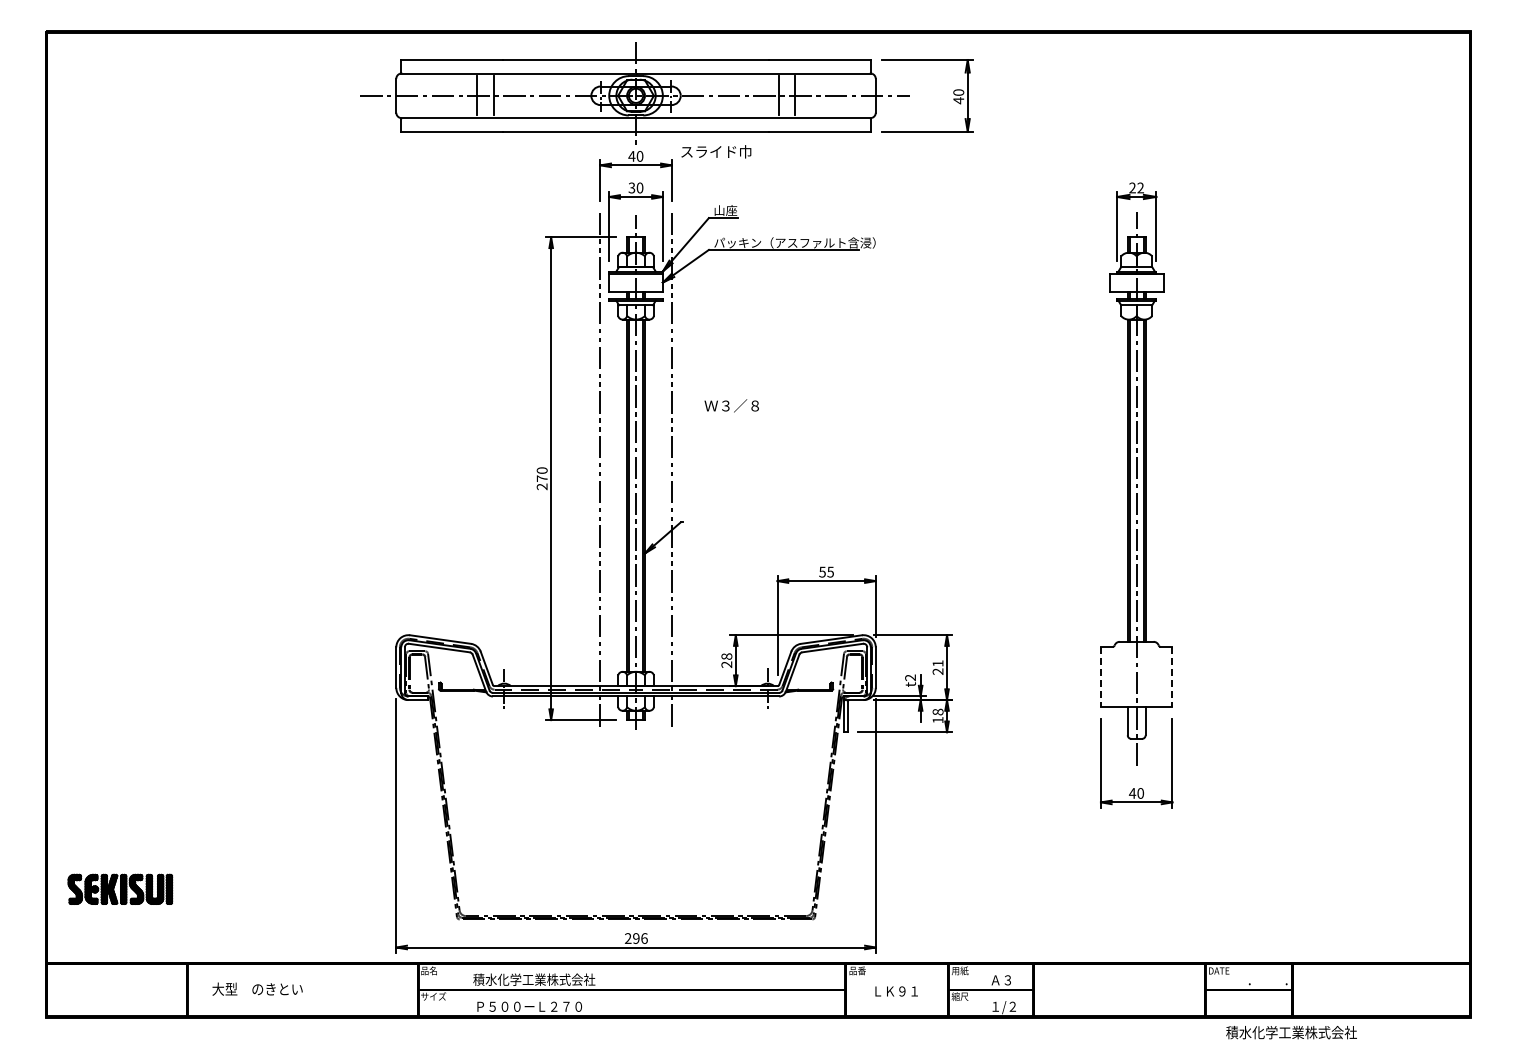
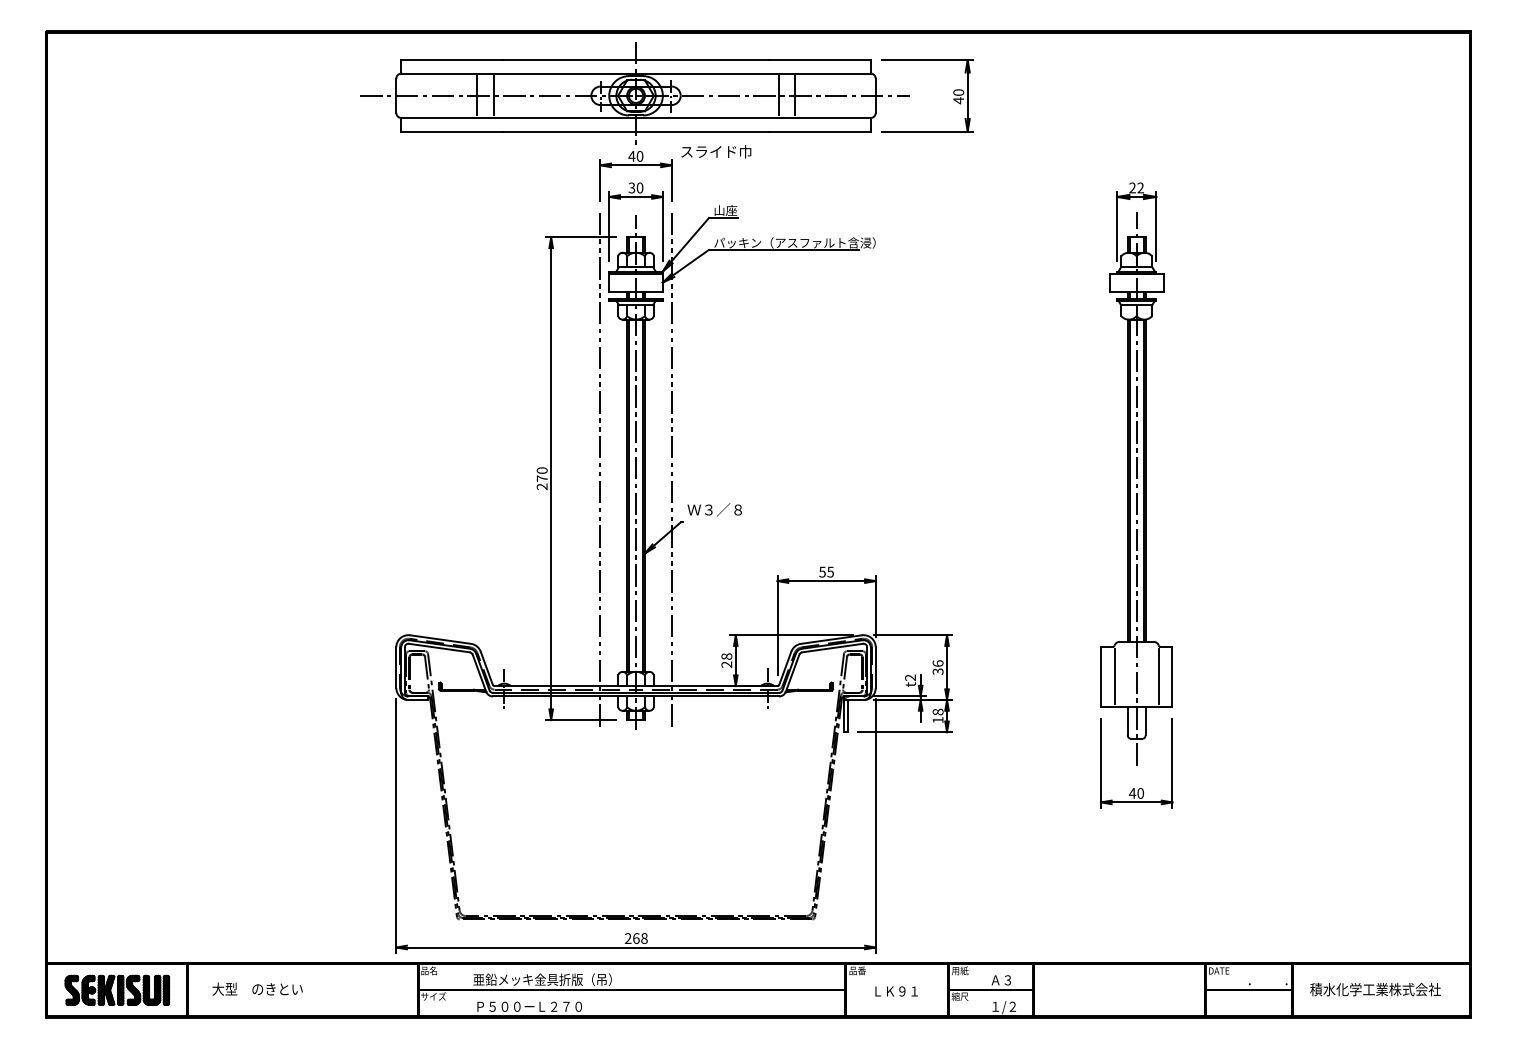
text at (731, 405) position: (731, 405) -> (714, 509)
text at (937, 667): 21 -> 36
line at (1100, 676): dashed -> solid
line at (1114, 676): none -> present
line at (1158, 676): none -> present
line at (1172, 676): dashed -> solid
part at (120, 888) position: (120, 888) -> (117, 989)
text at (640, 938): 296 -> 268
text at (542, 979): 積水化学工業株式会社 -> 亜鉛メッキ金具折版（吊）
text at (1291, 1032) position: (1291, 1032) -> (1375, 989)
